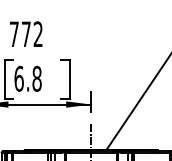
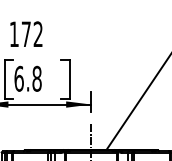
text at (14, 33): 772 -> 172
